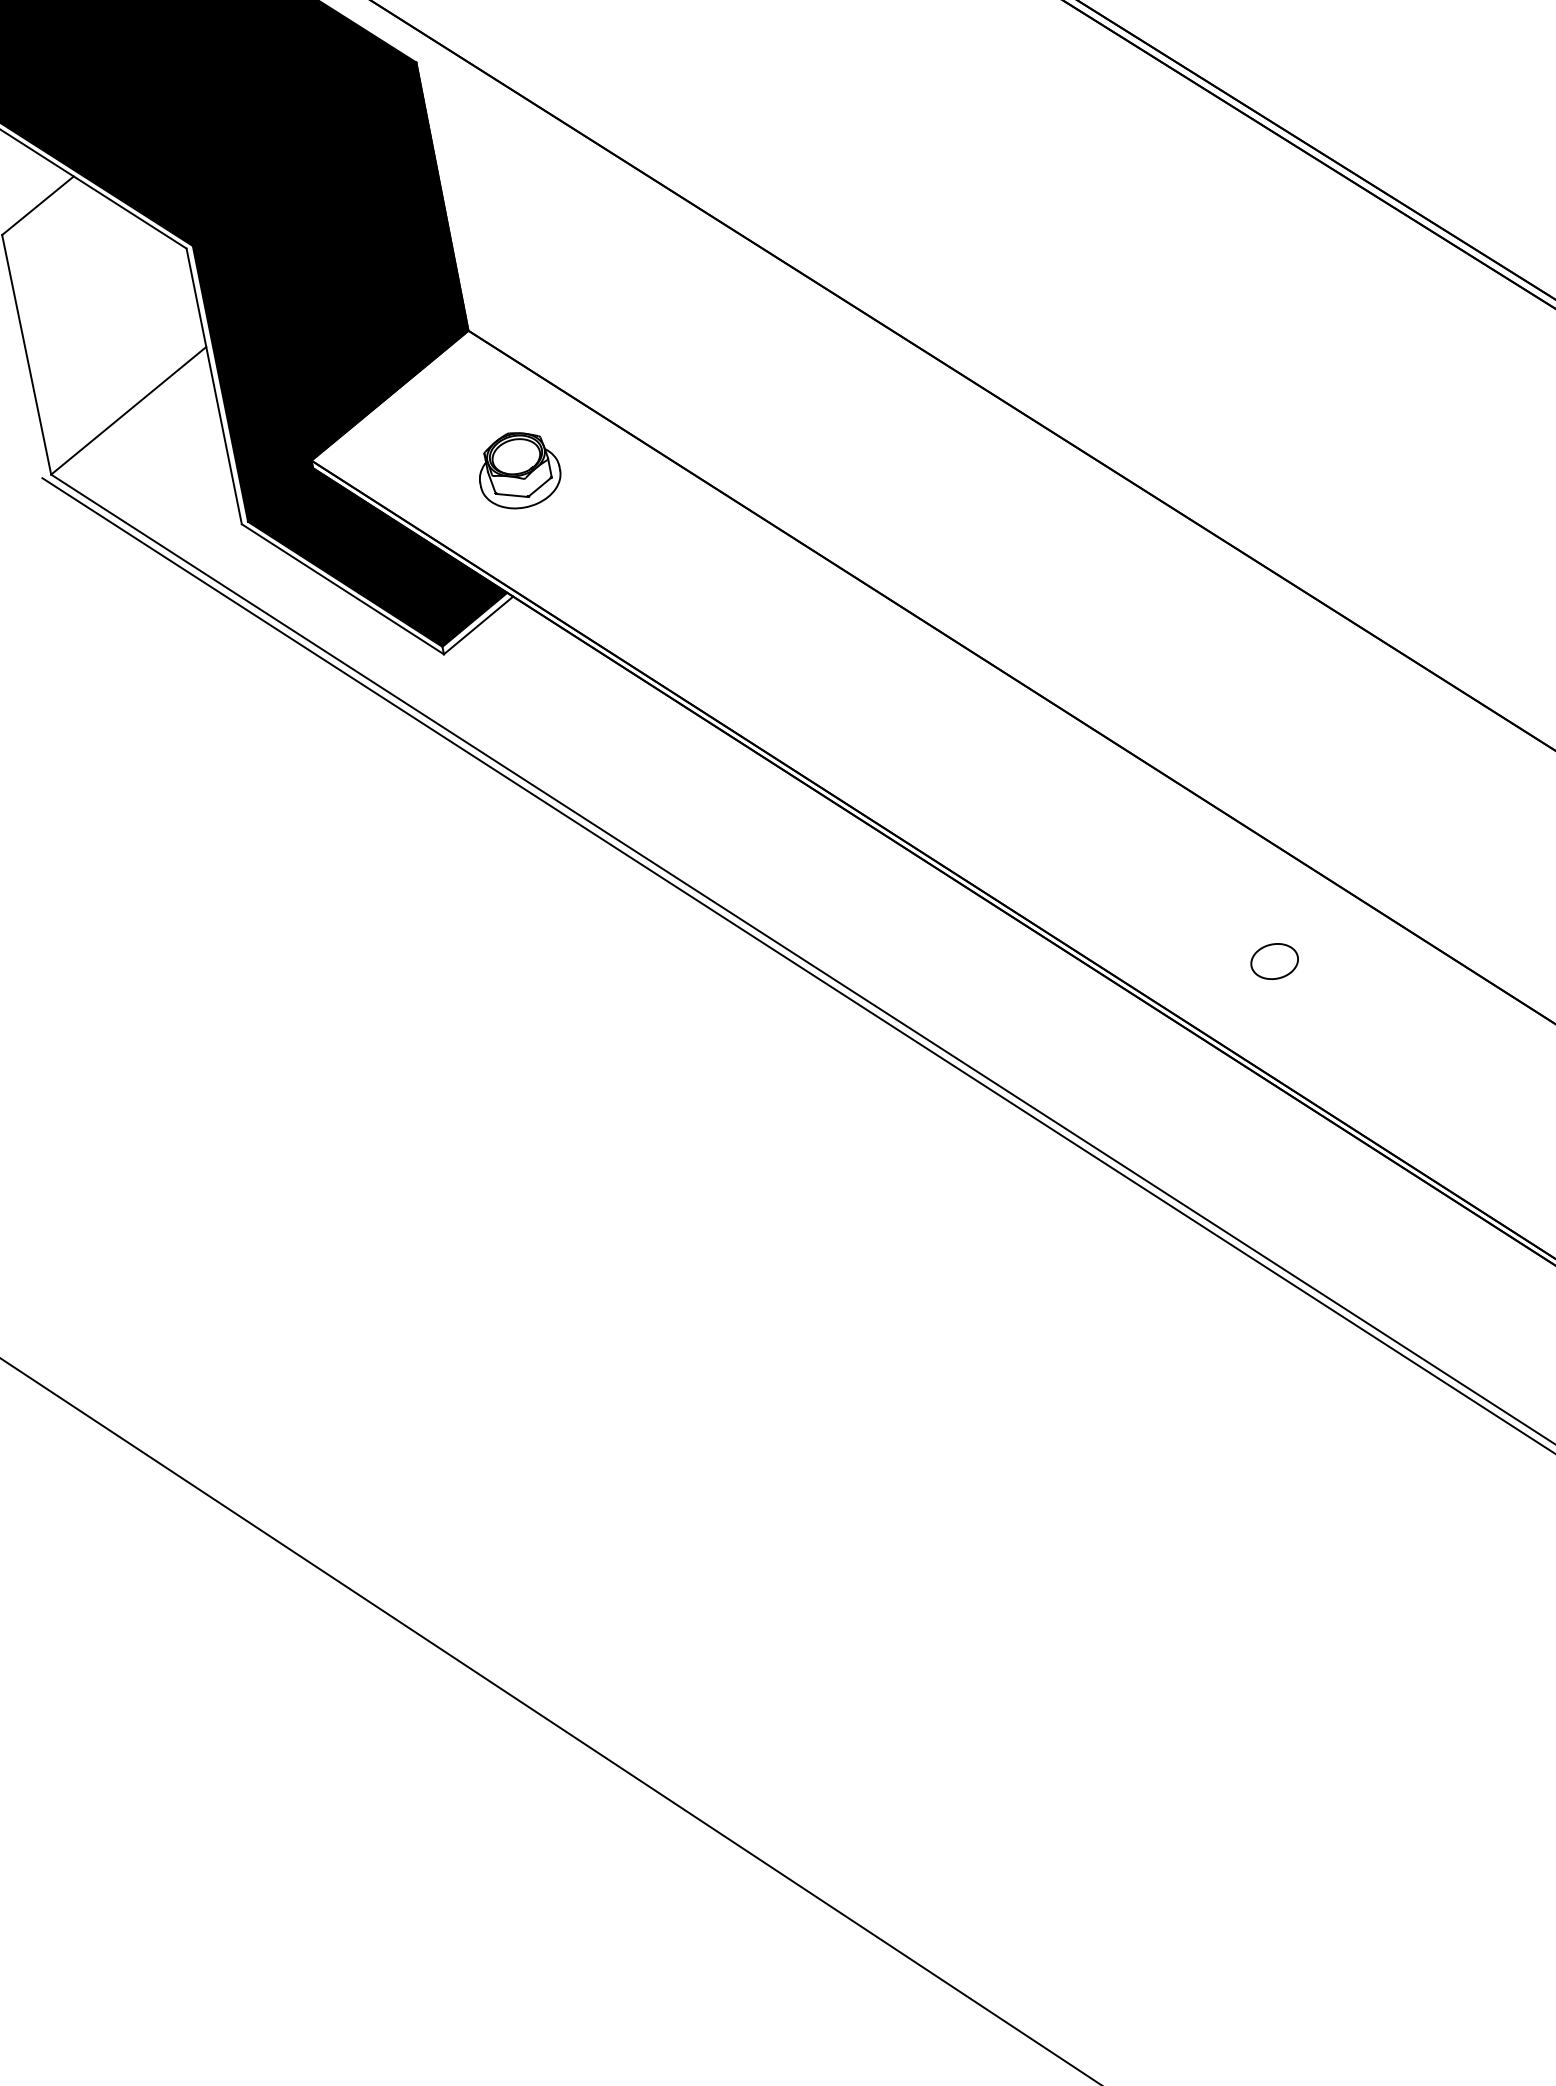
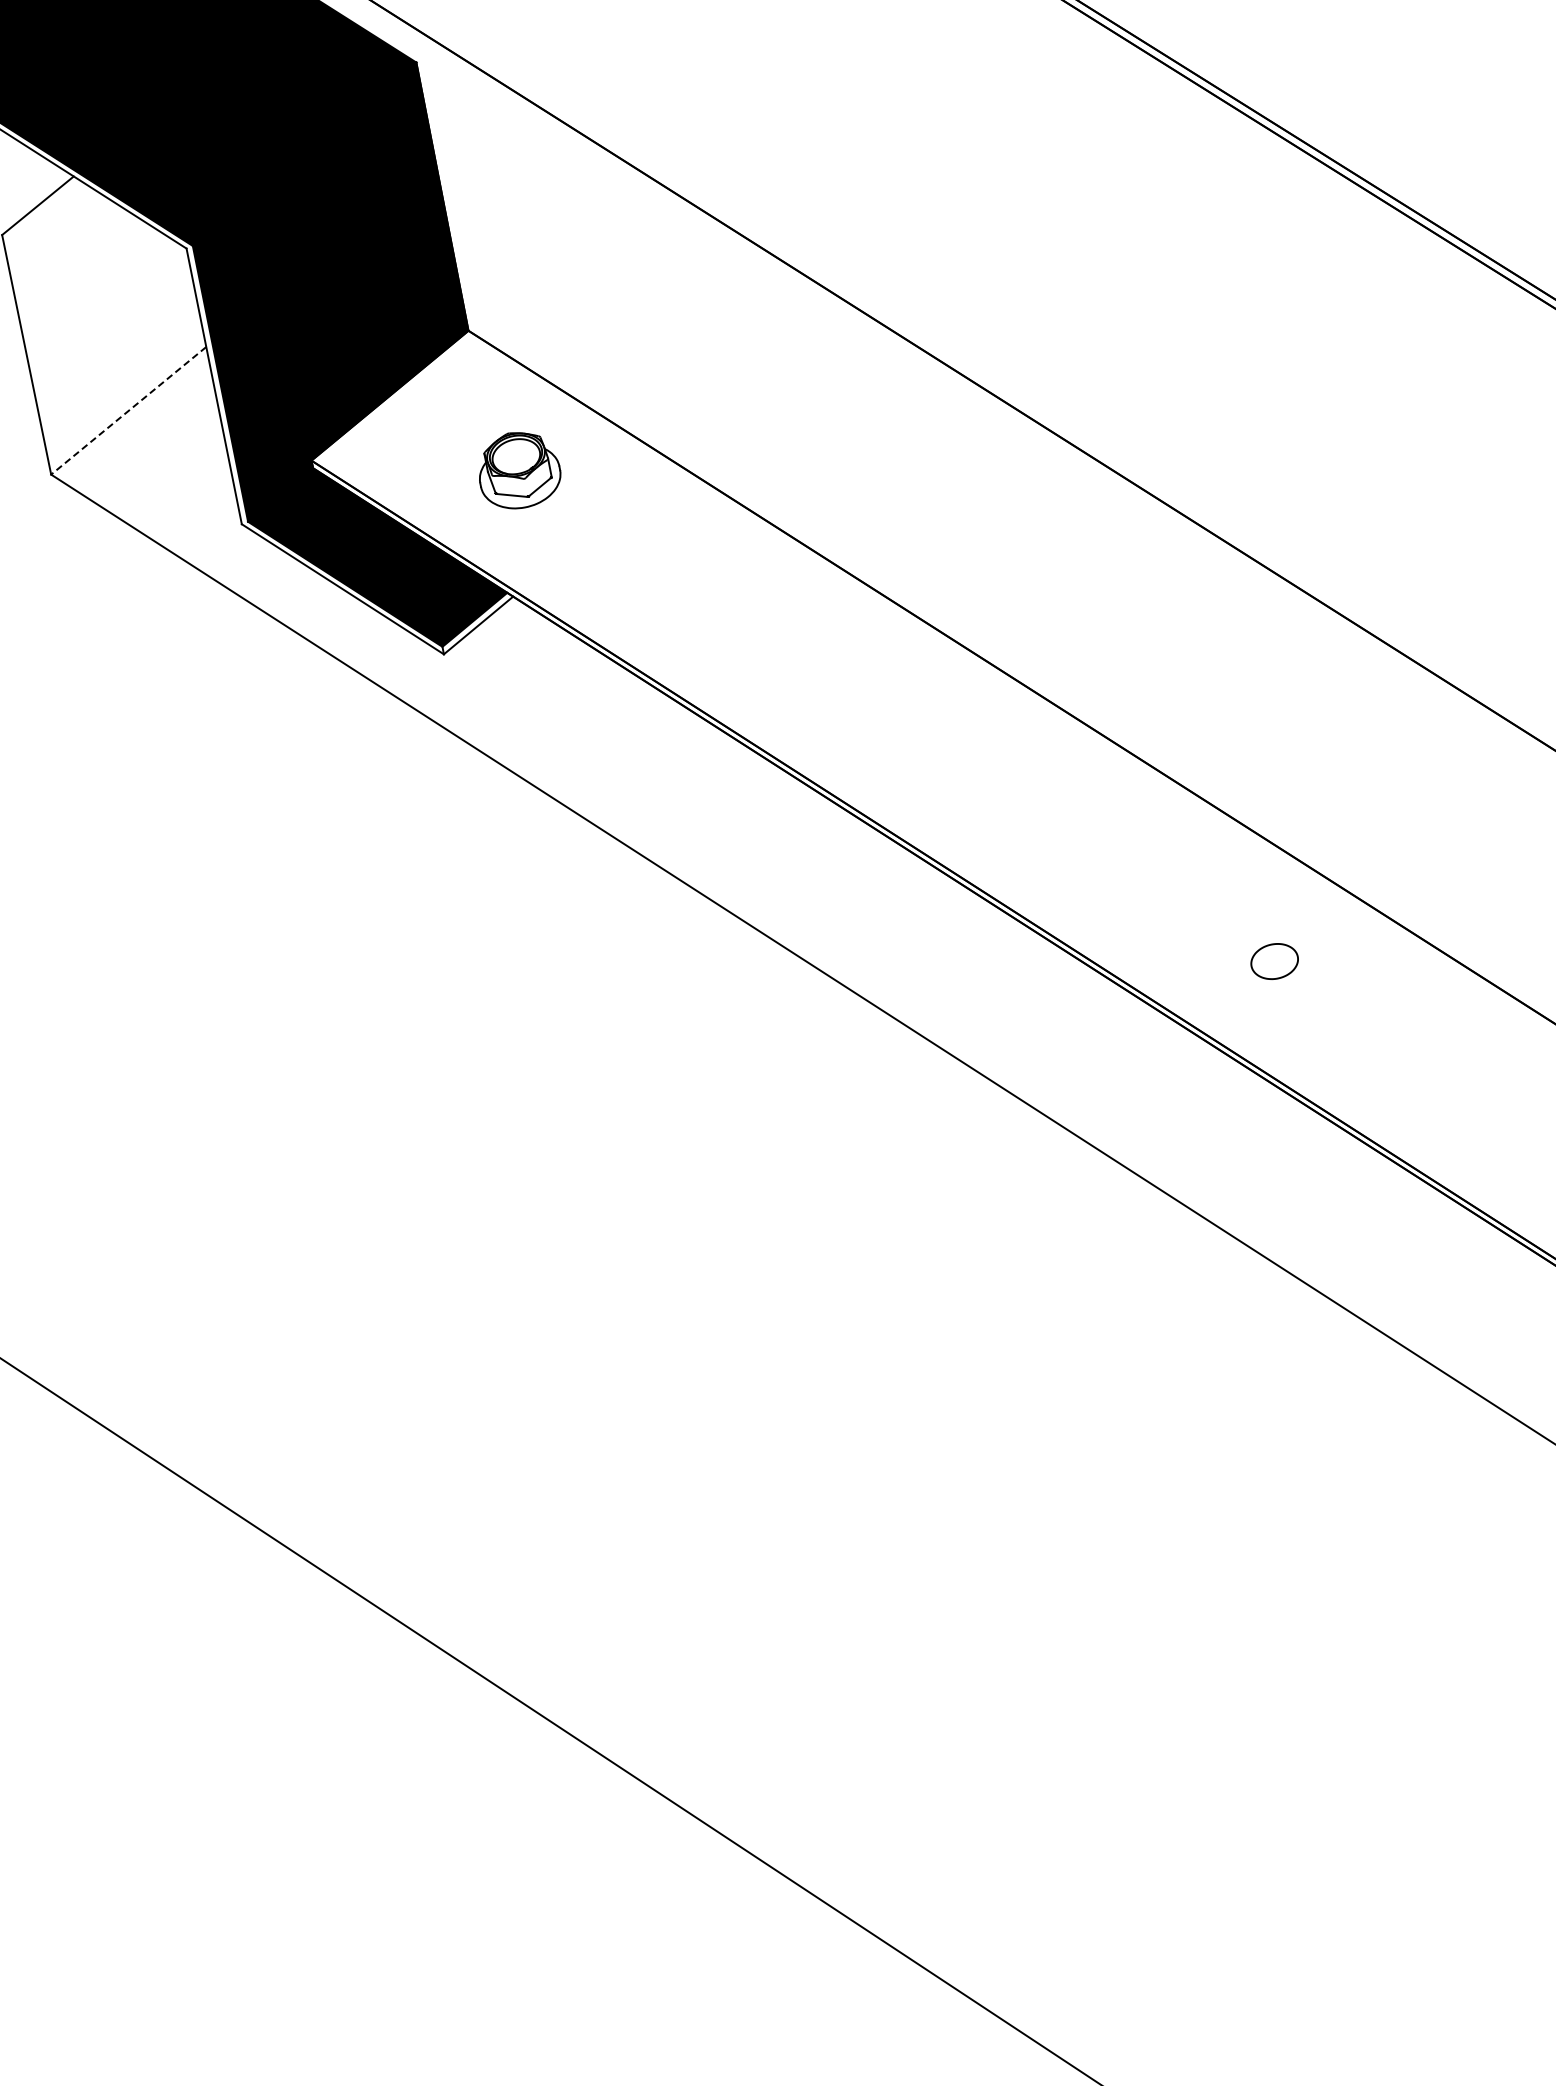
line at (128, 411): solid -> dashed
line at (797, 965): present -> none
